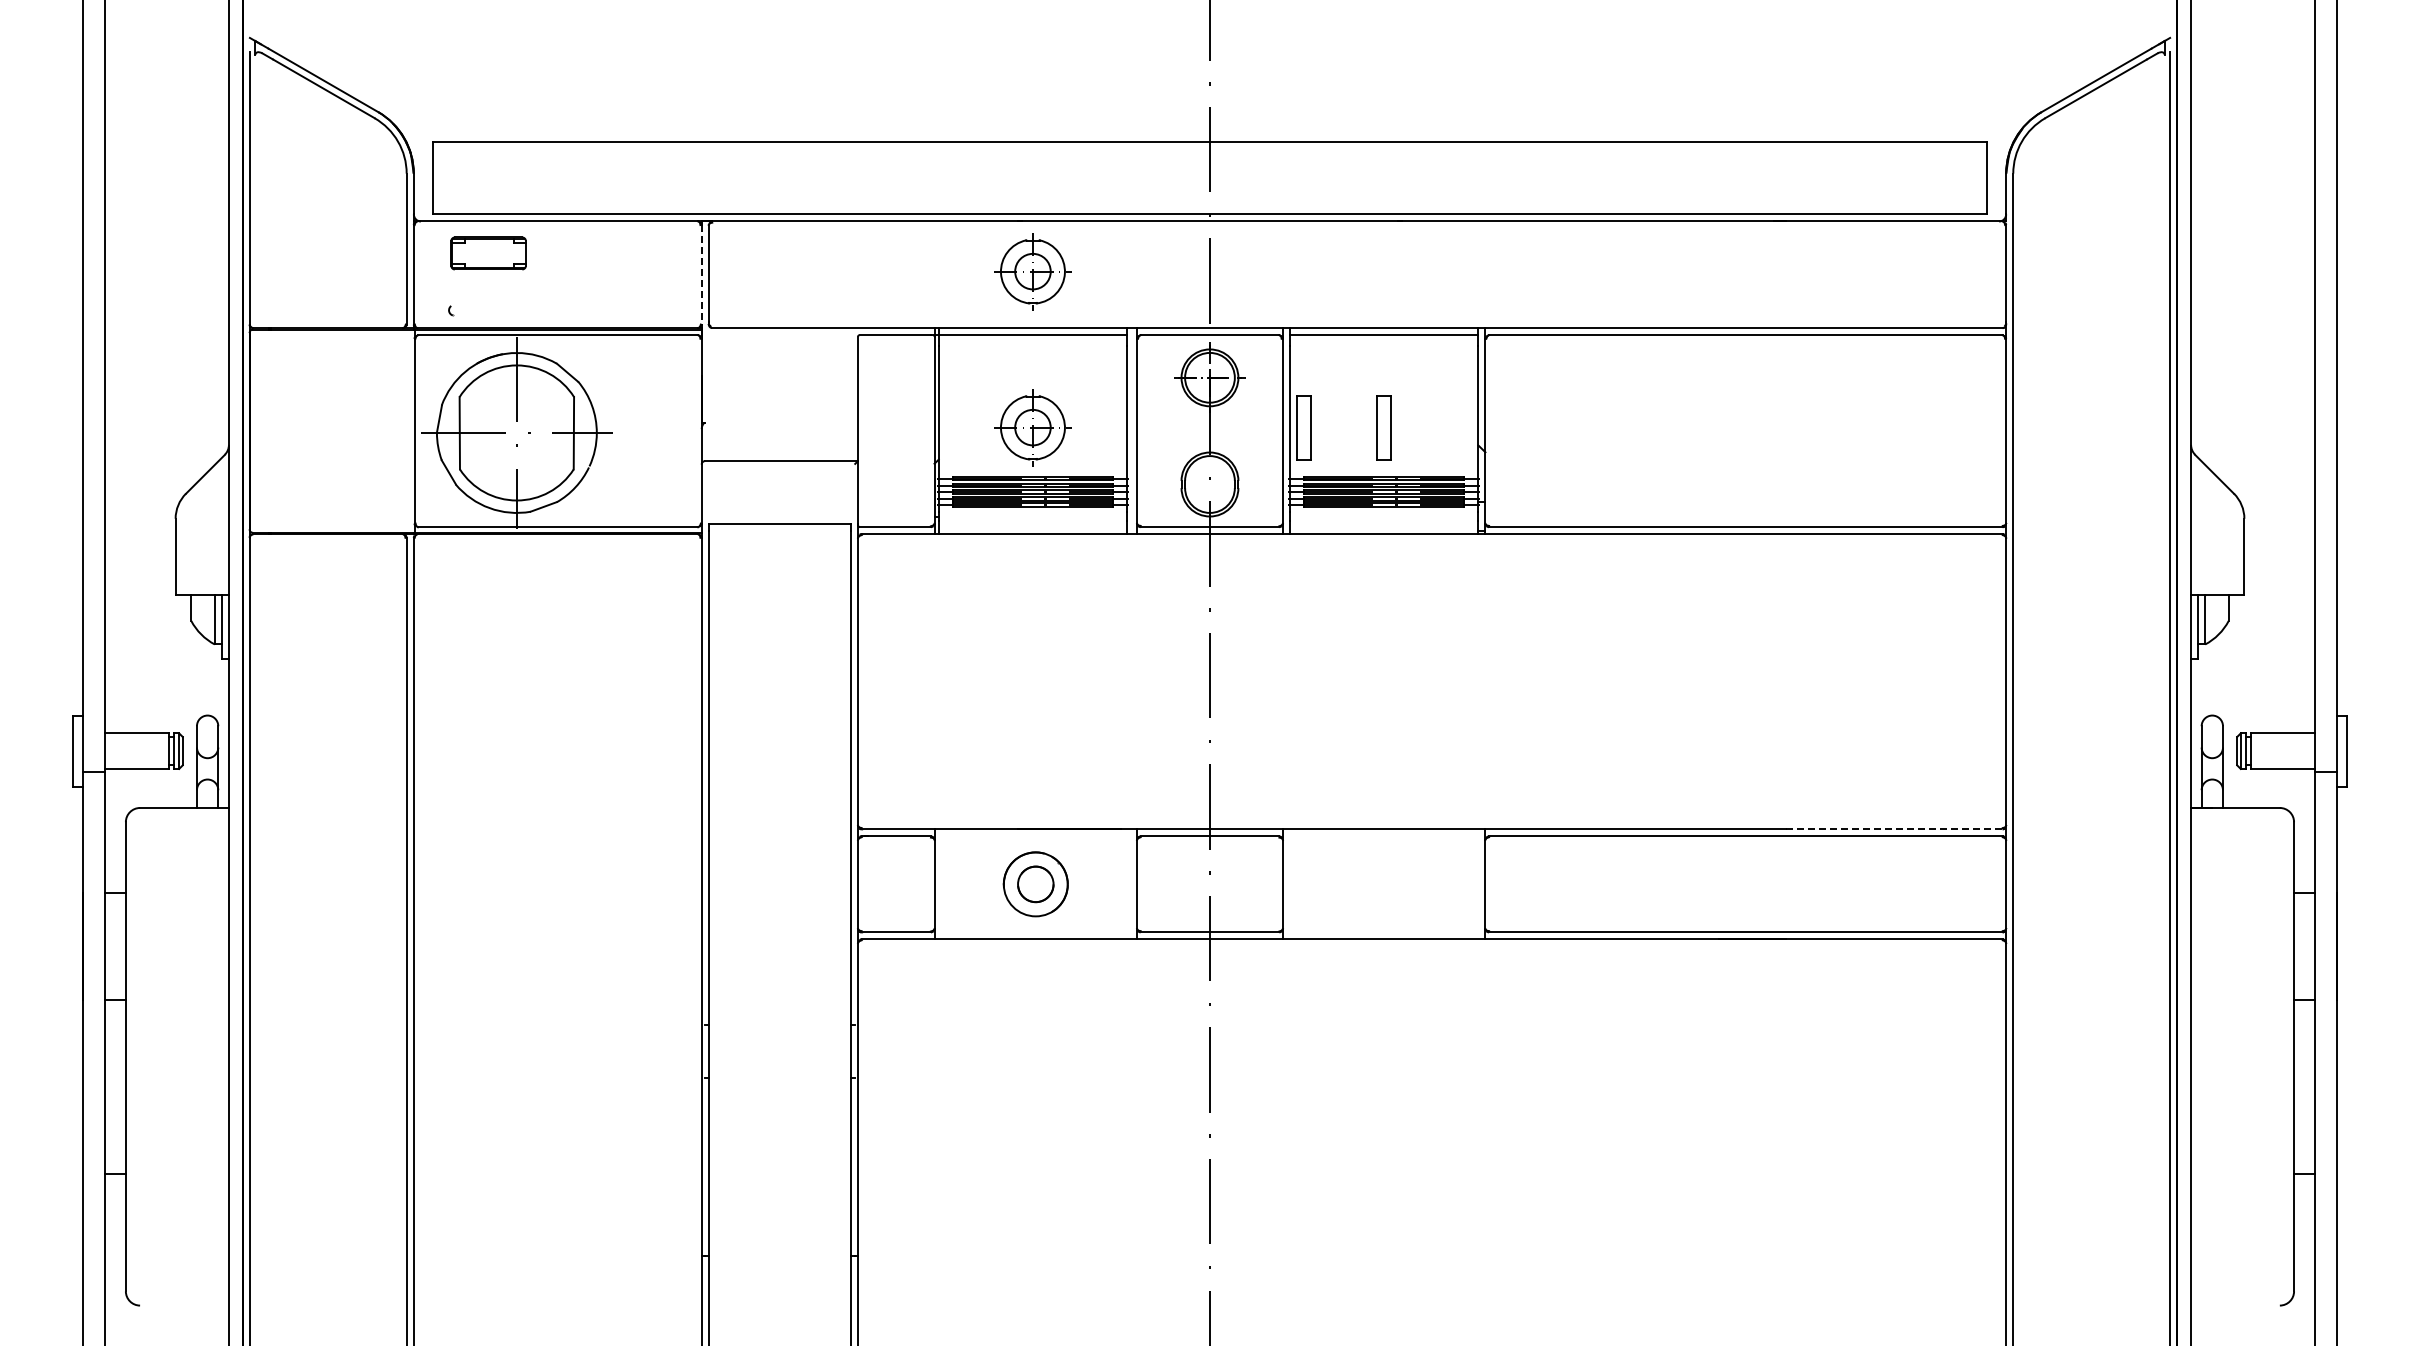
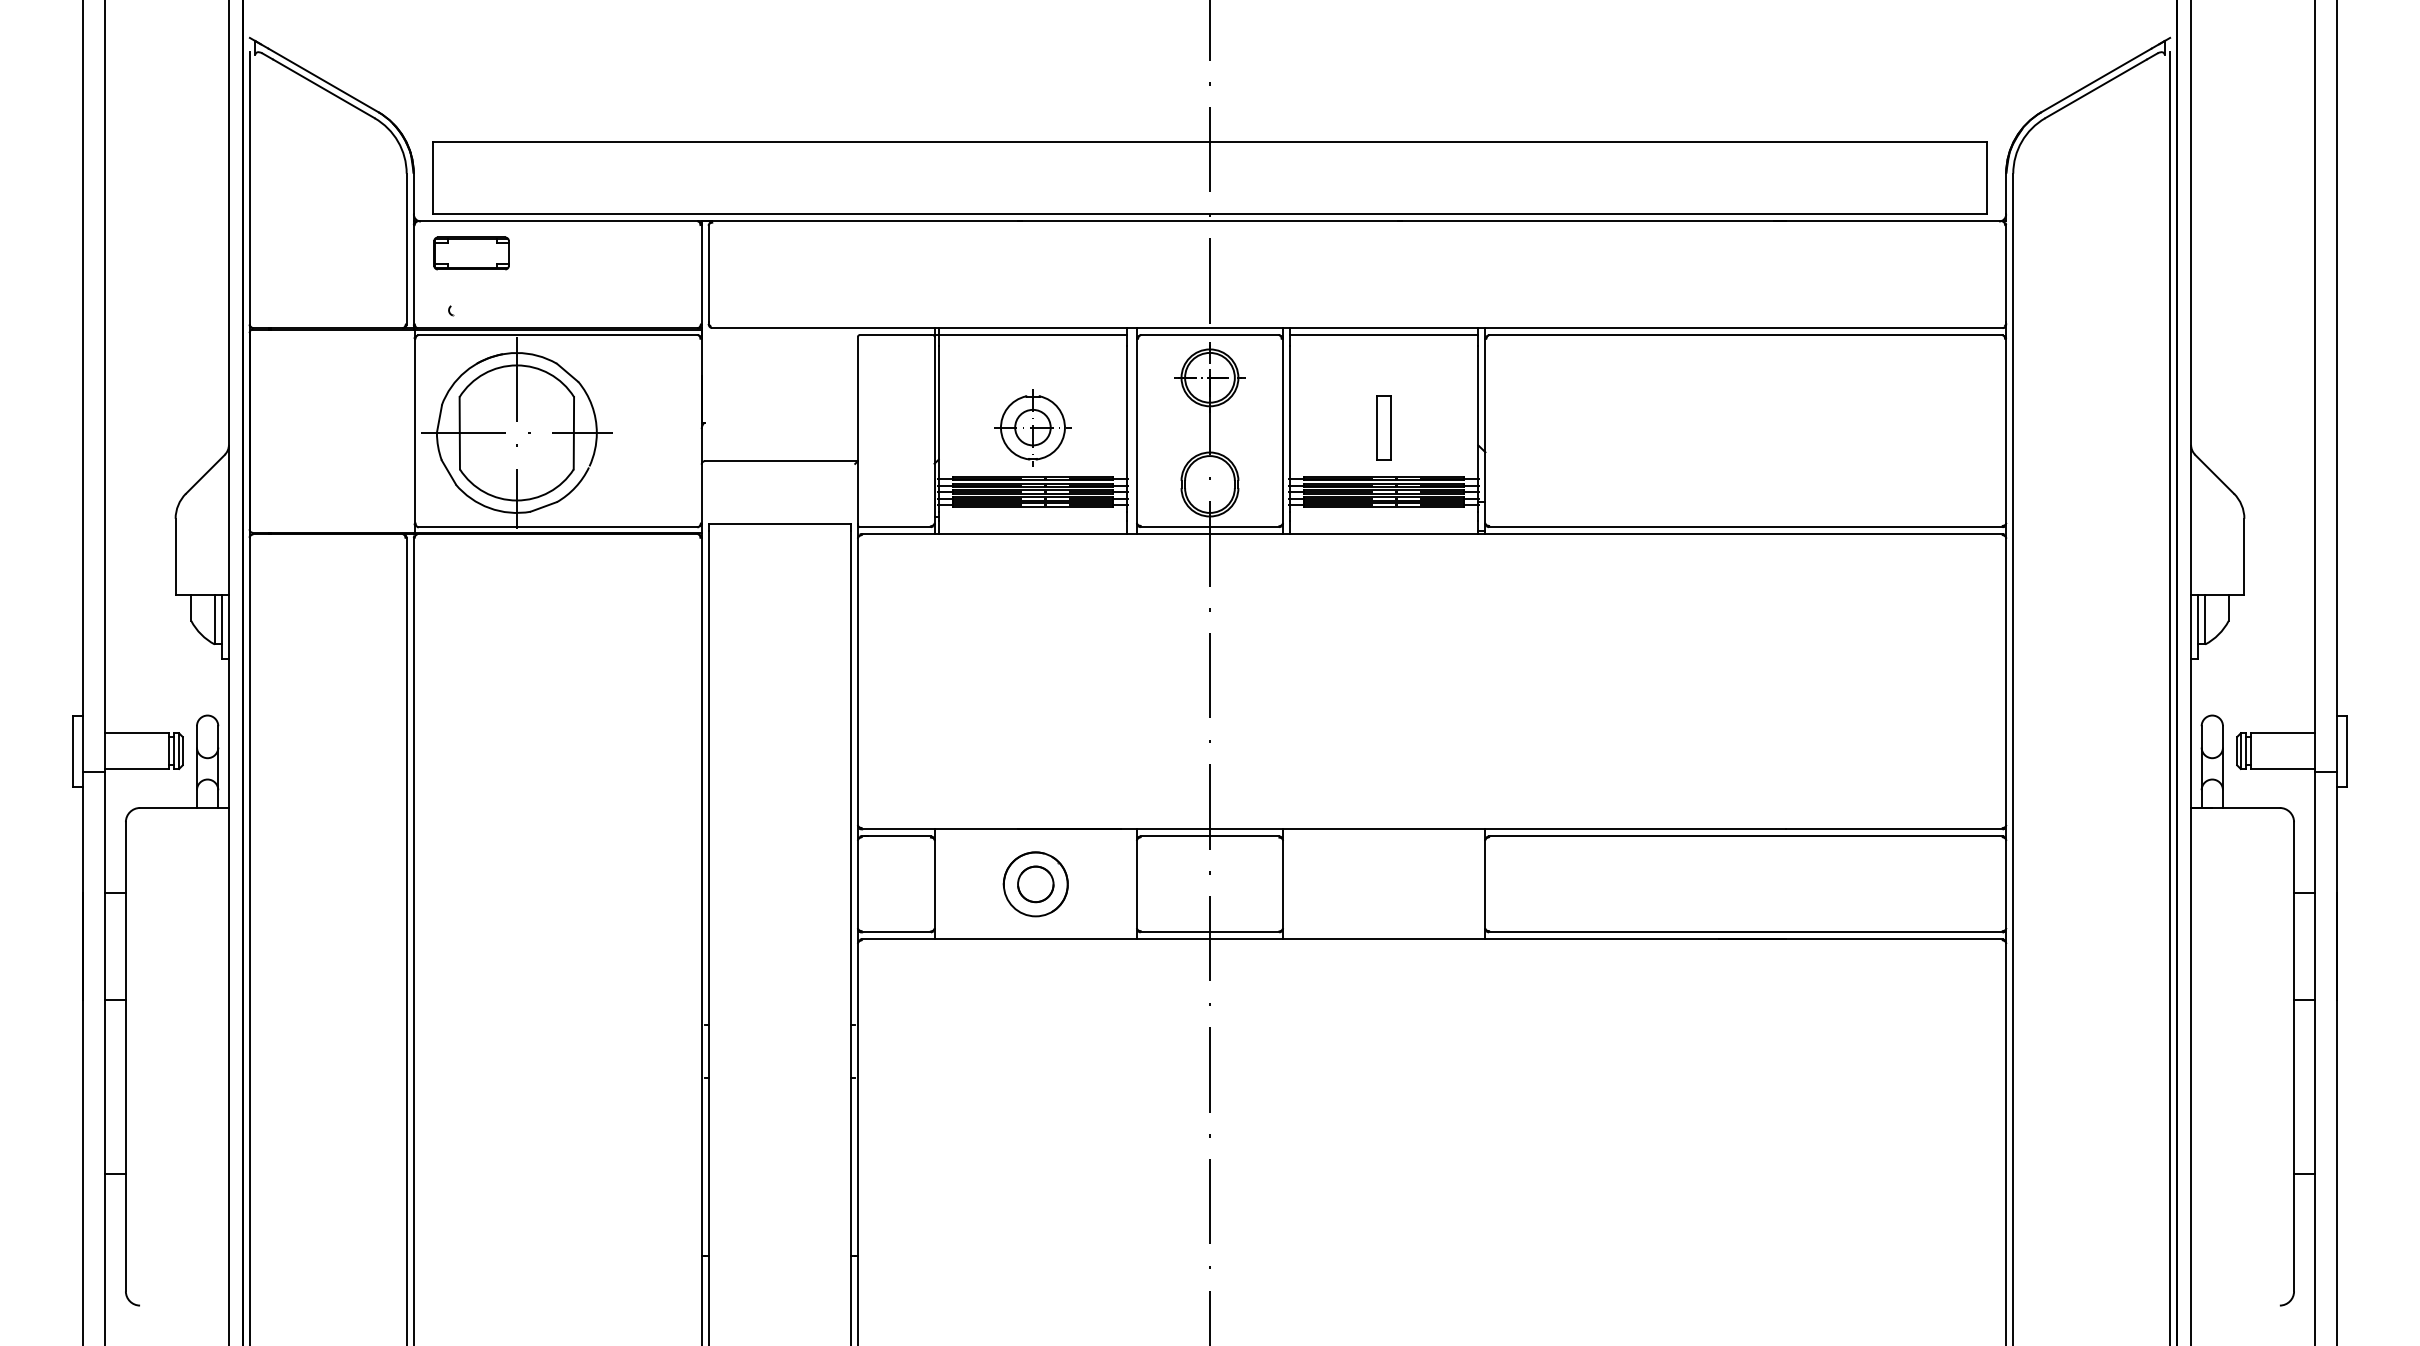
part at (488, 253) position: (488, 253) -> (471, 253)
part at (1032, 271): present -> none
line at (701, 274): dashed -> solid
part at (1303, 427): present -> none
line at (1894, 829): dashed -> solid
